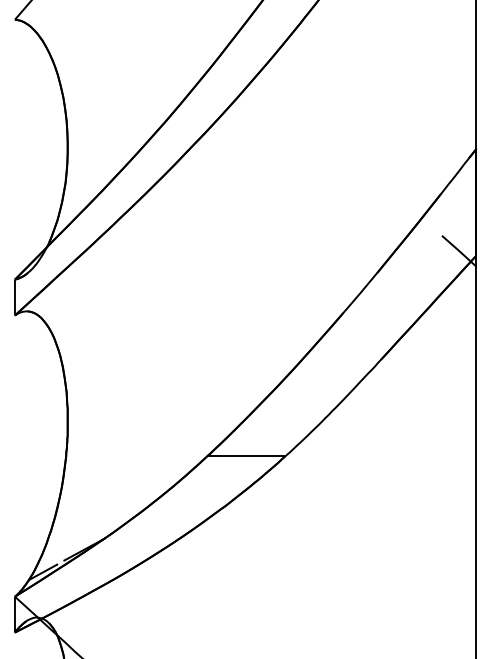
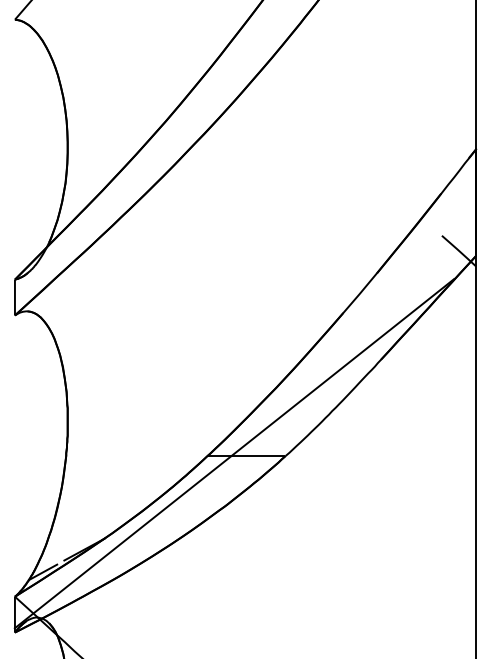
line at (234, 453): none -> present
